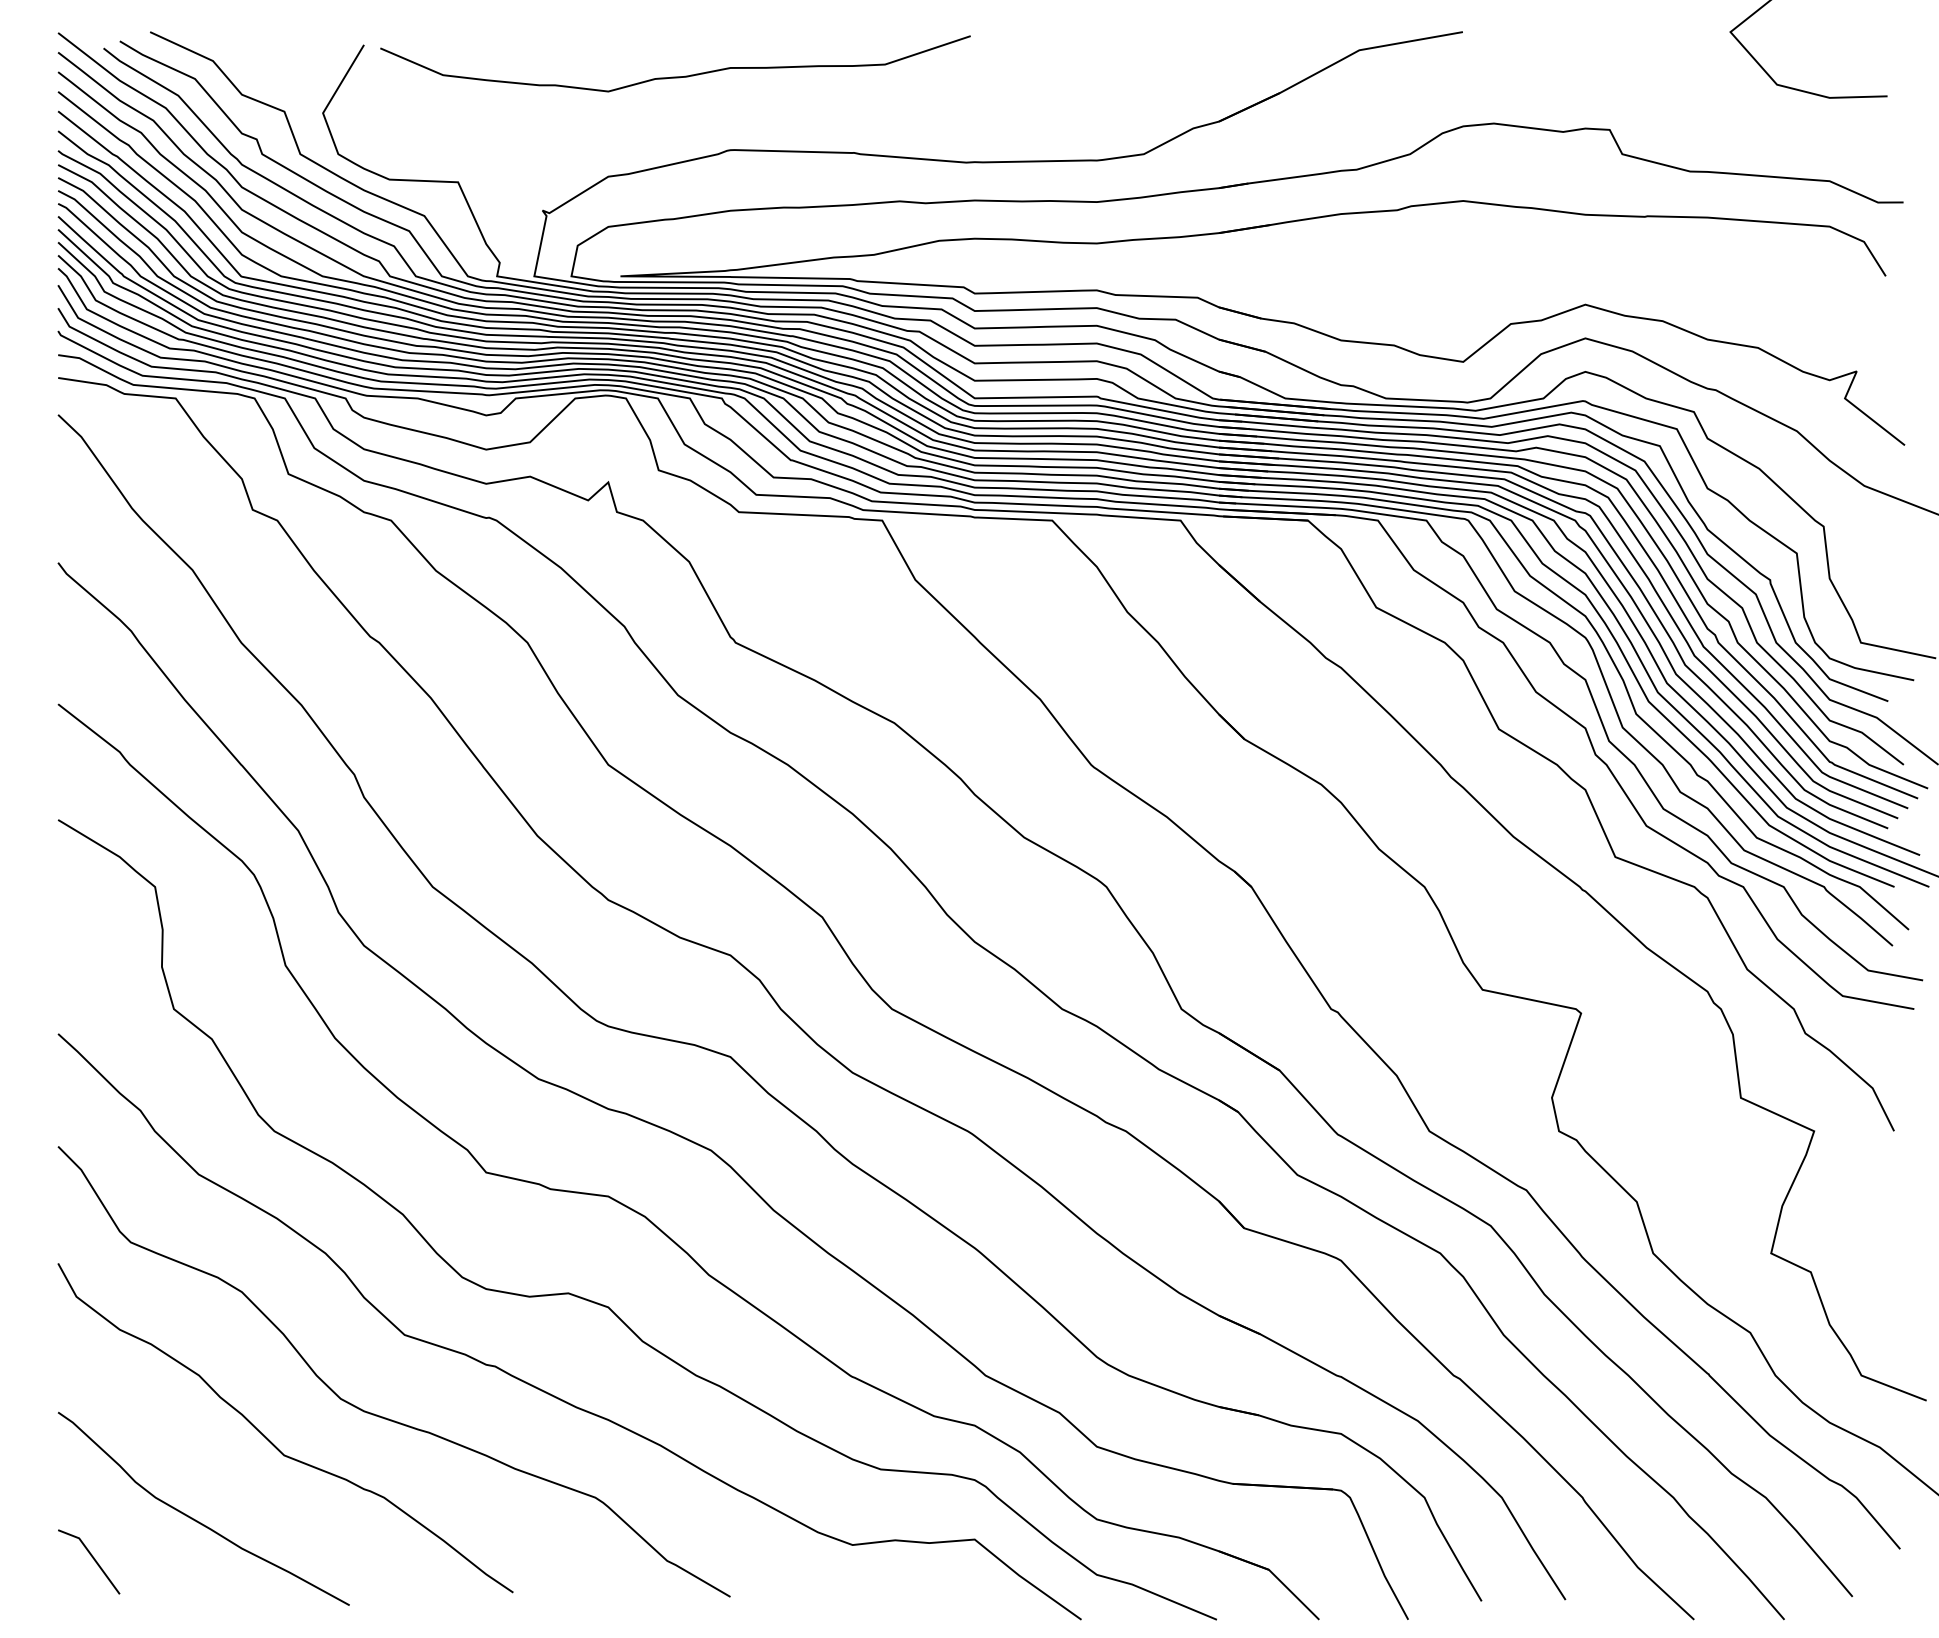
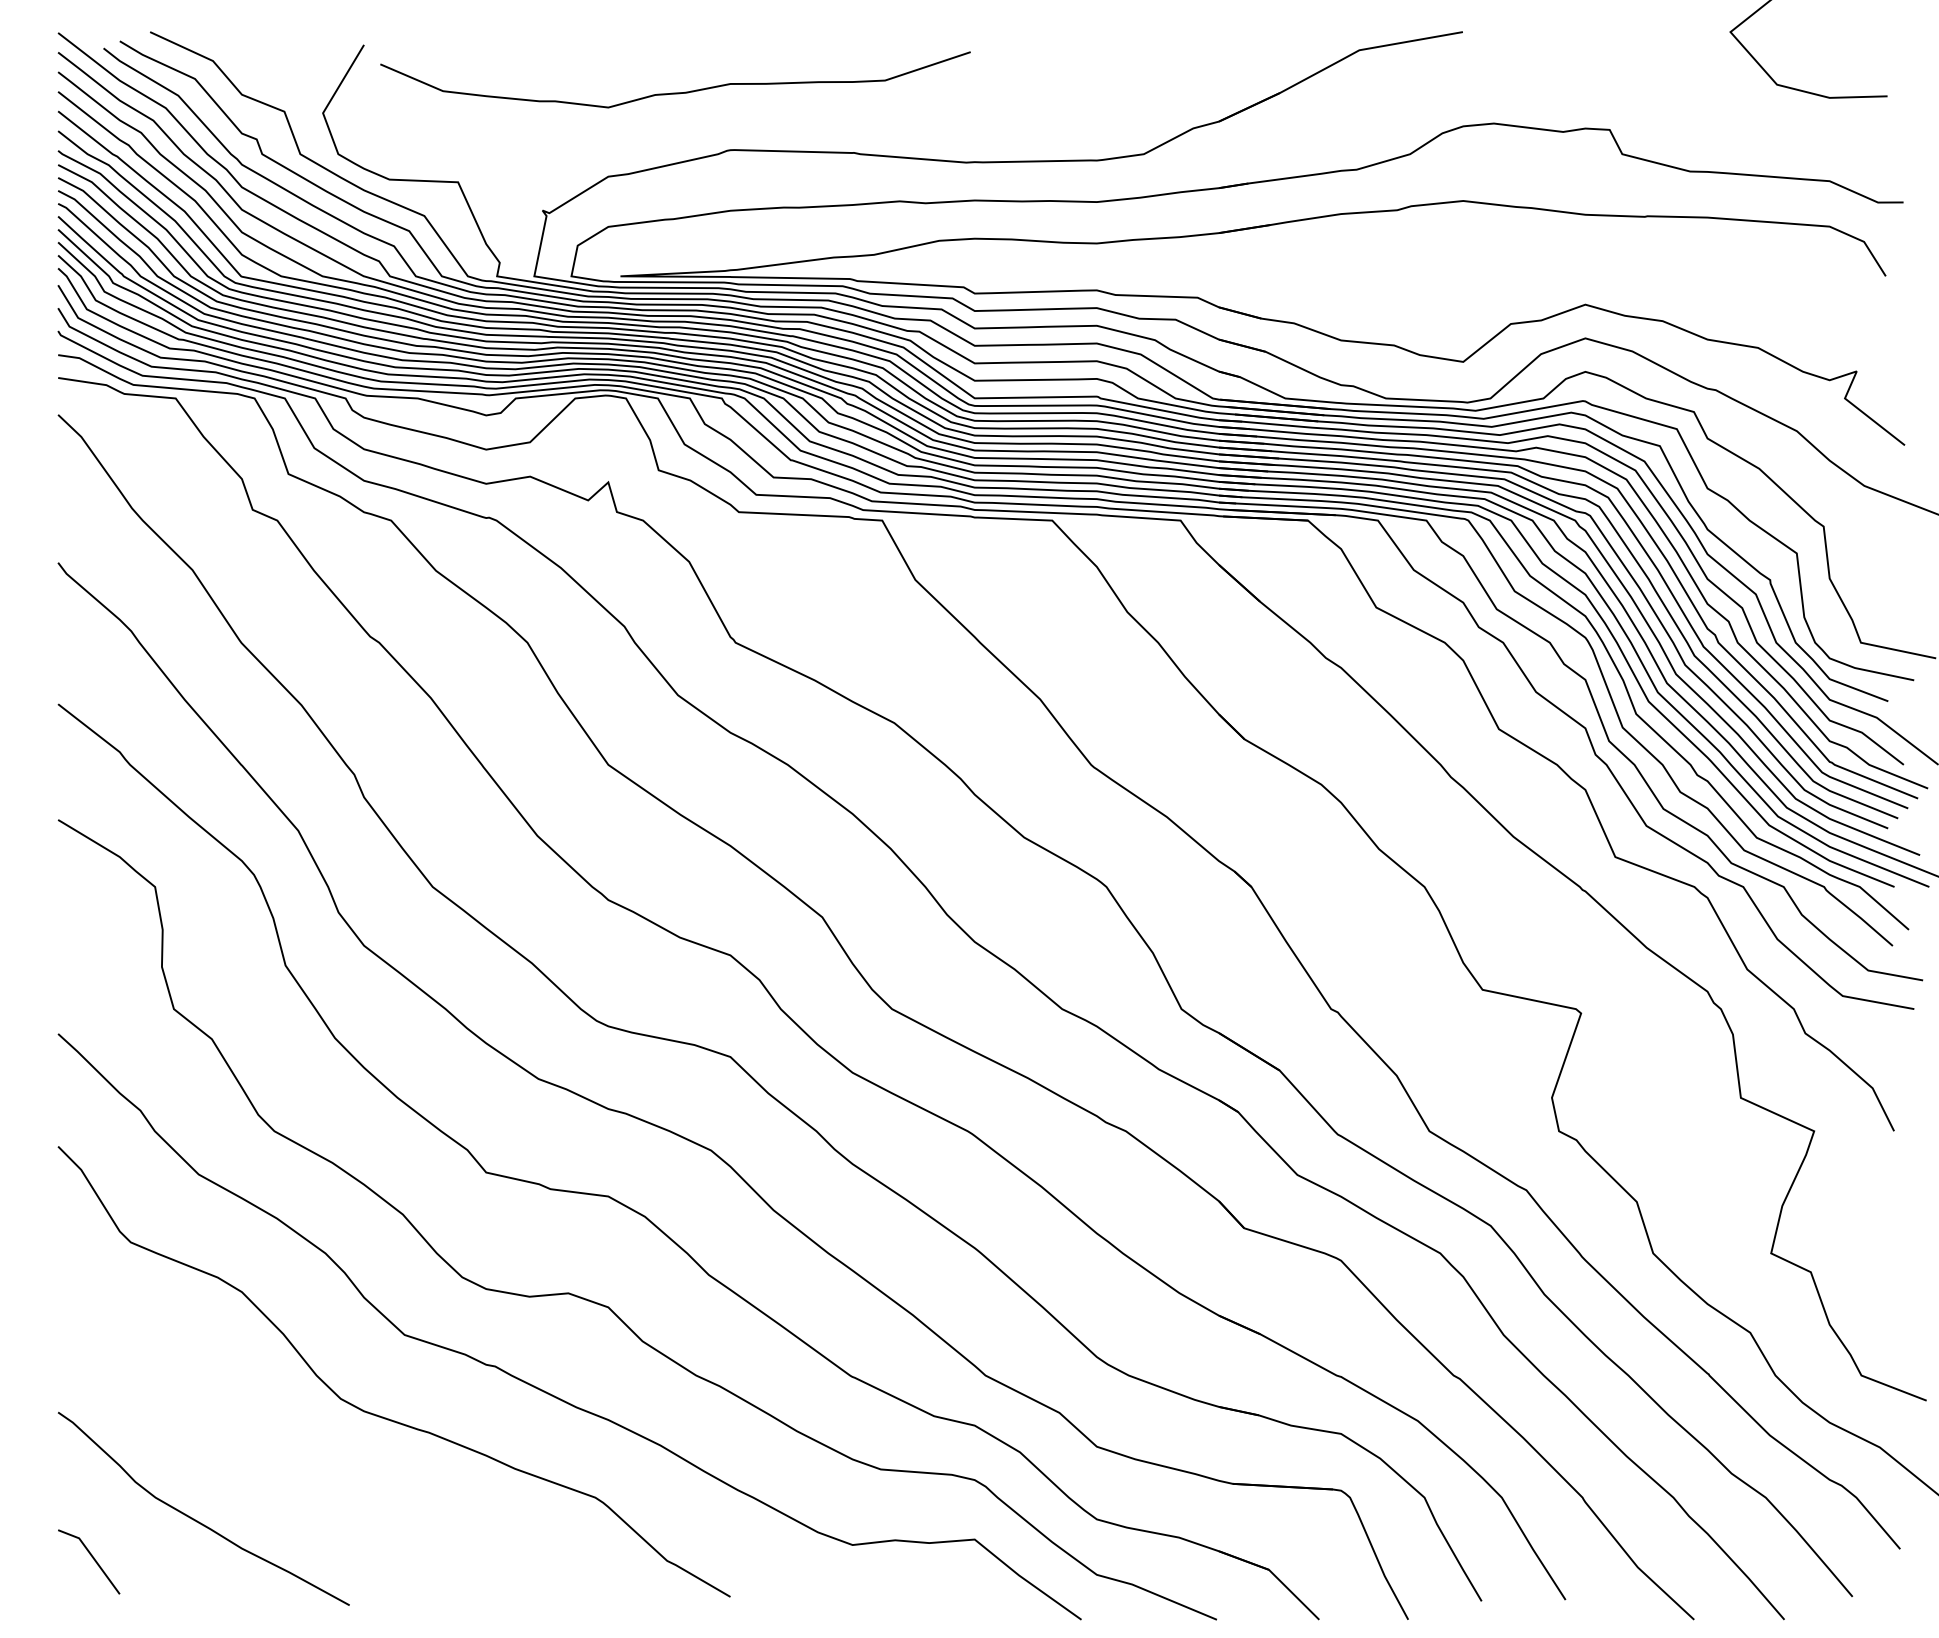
curve at (675, 76) position: (675, 76) -> (675, 92)
curve at (271, 1441): present -> none
